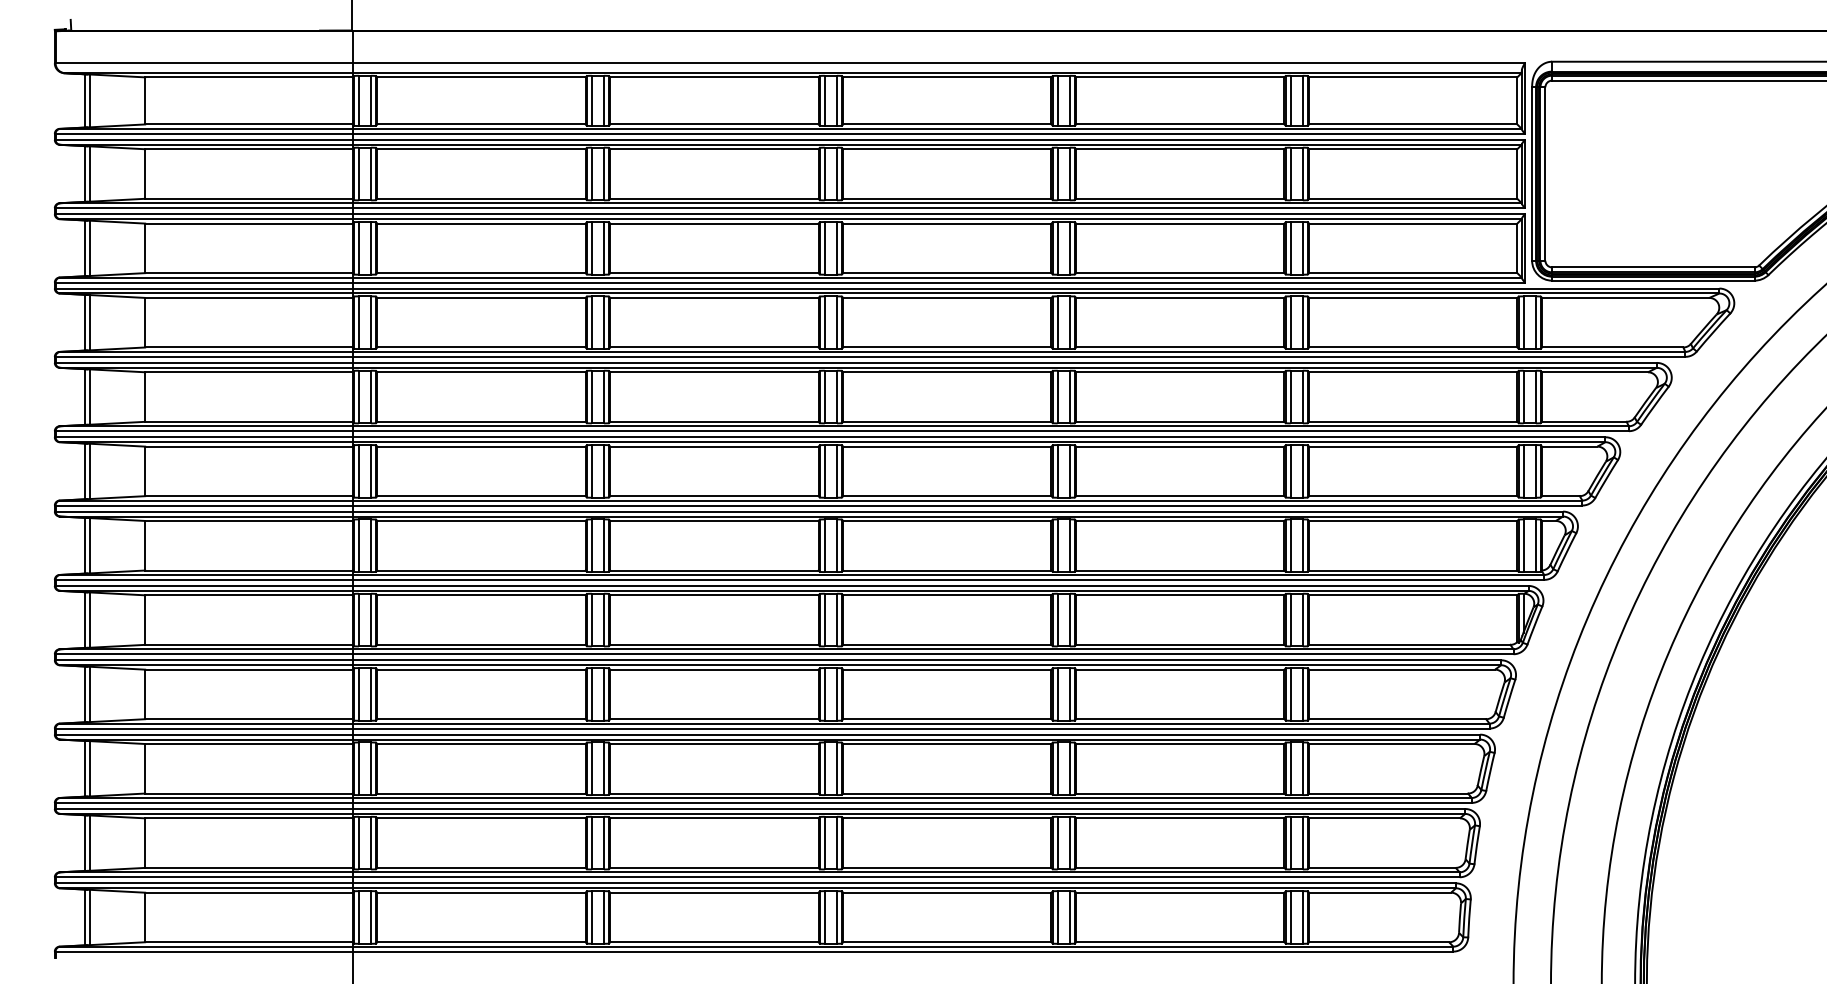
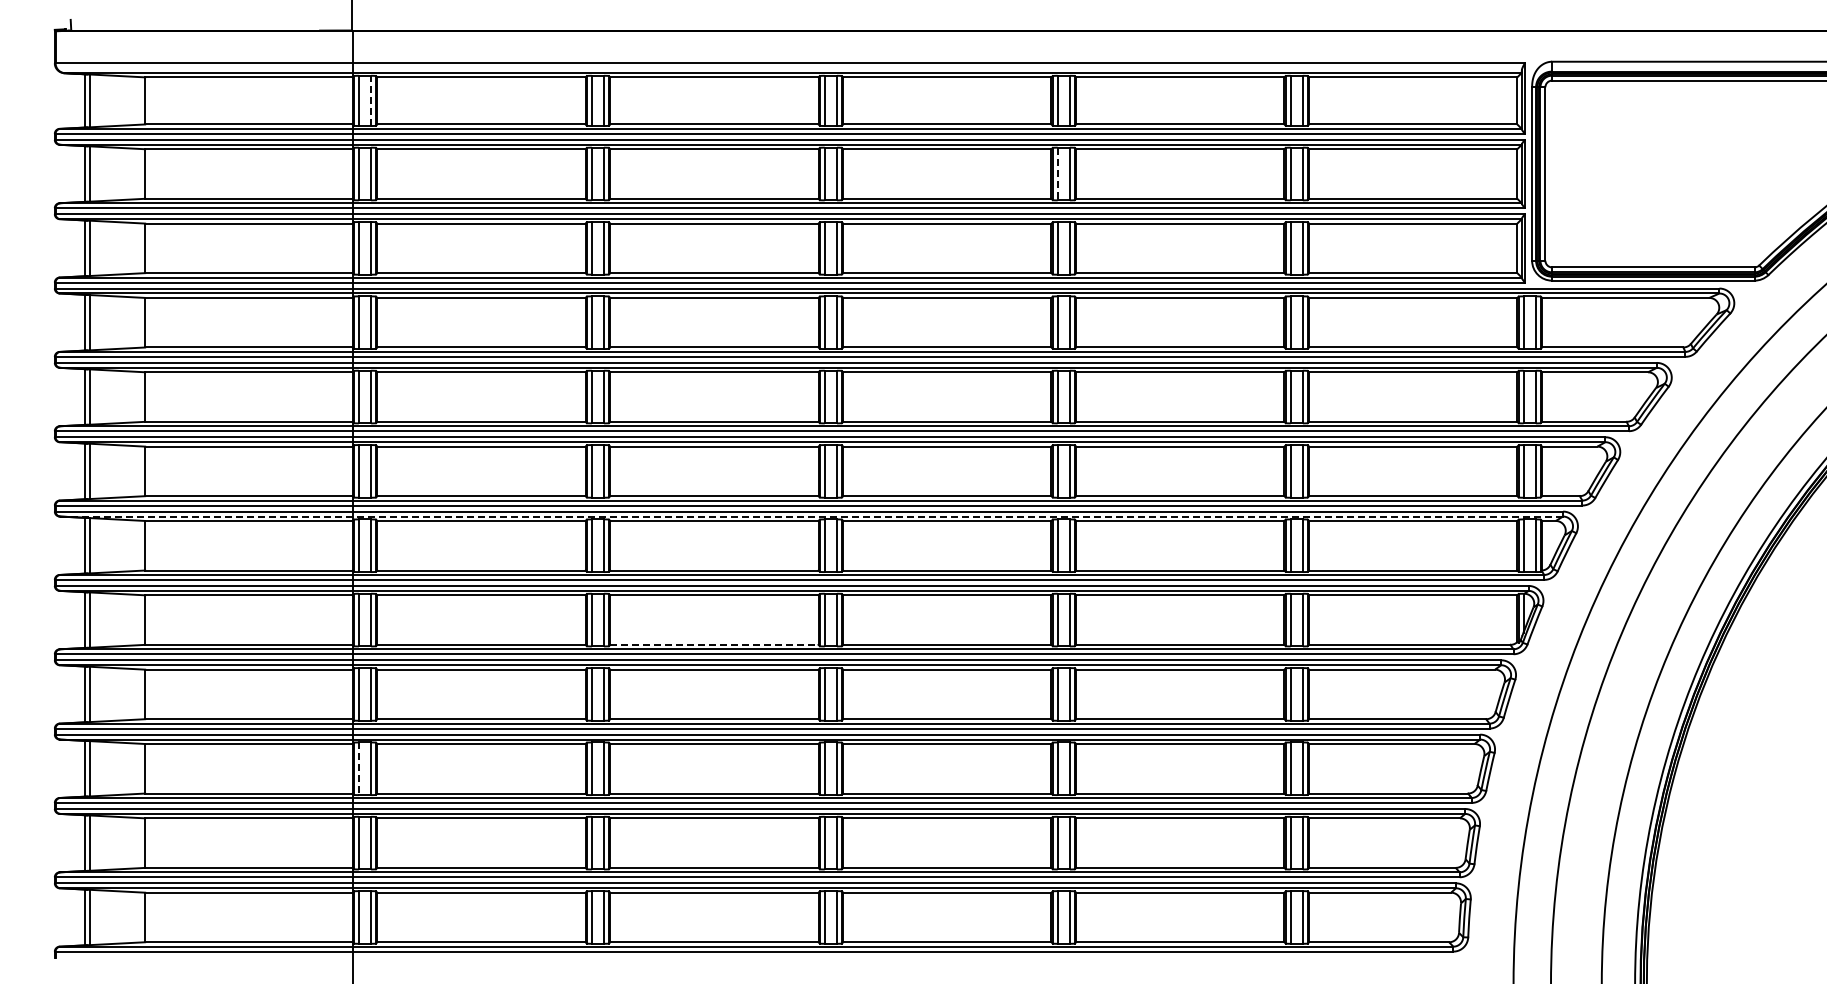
line at (371, 100): solid -> dashed
line at (1057, 174): solid -> dashed
line at (811, 516): solid -> dashed
line at (714, 644): solid -> dashed
line at (358, 769): solid -> dashed
